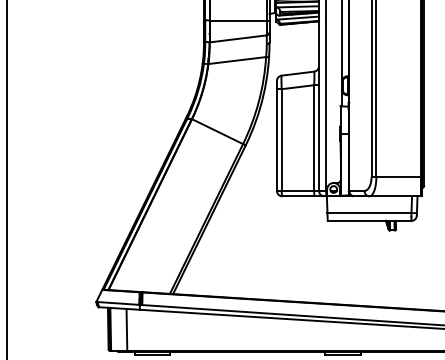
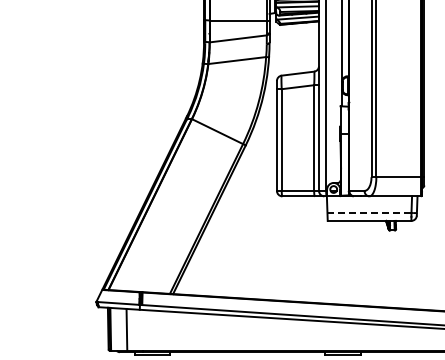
line at (6, 179): present -> none
line at (369, 213): solid -> dashed
